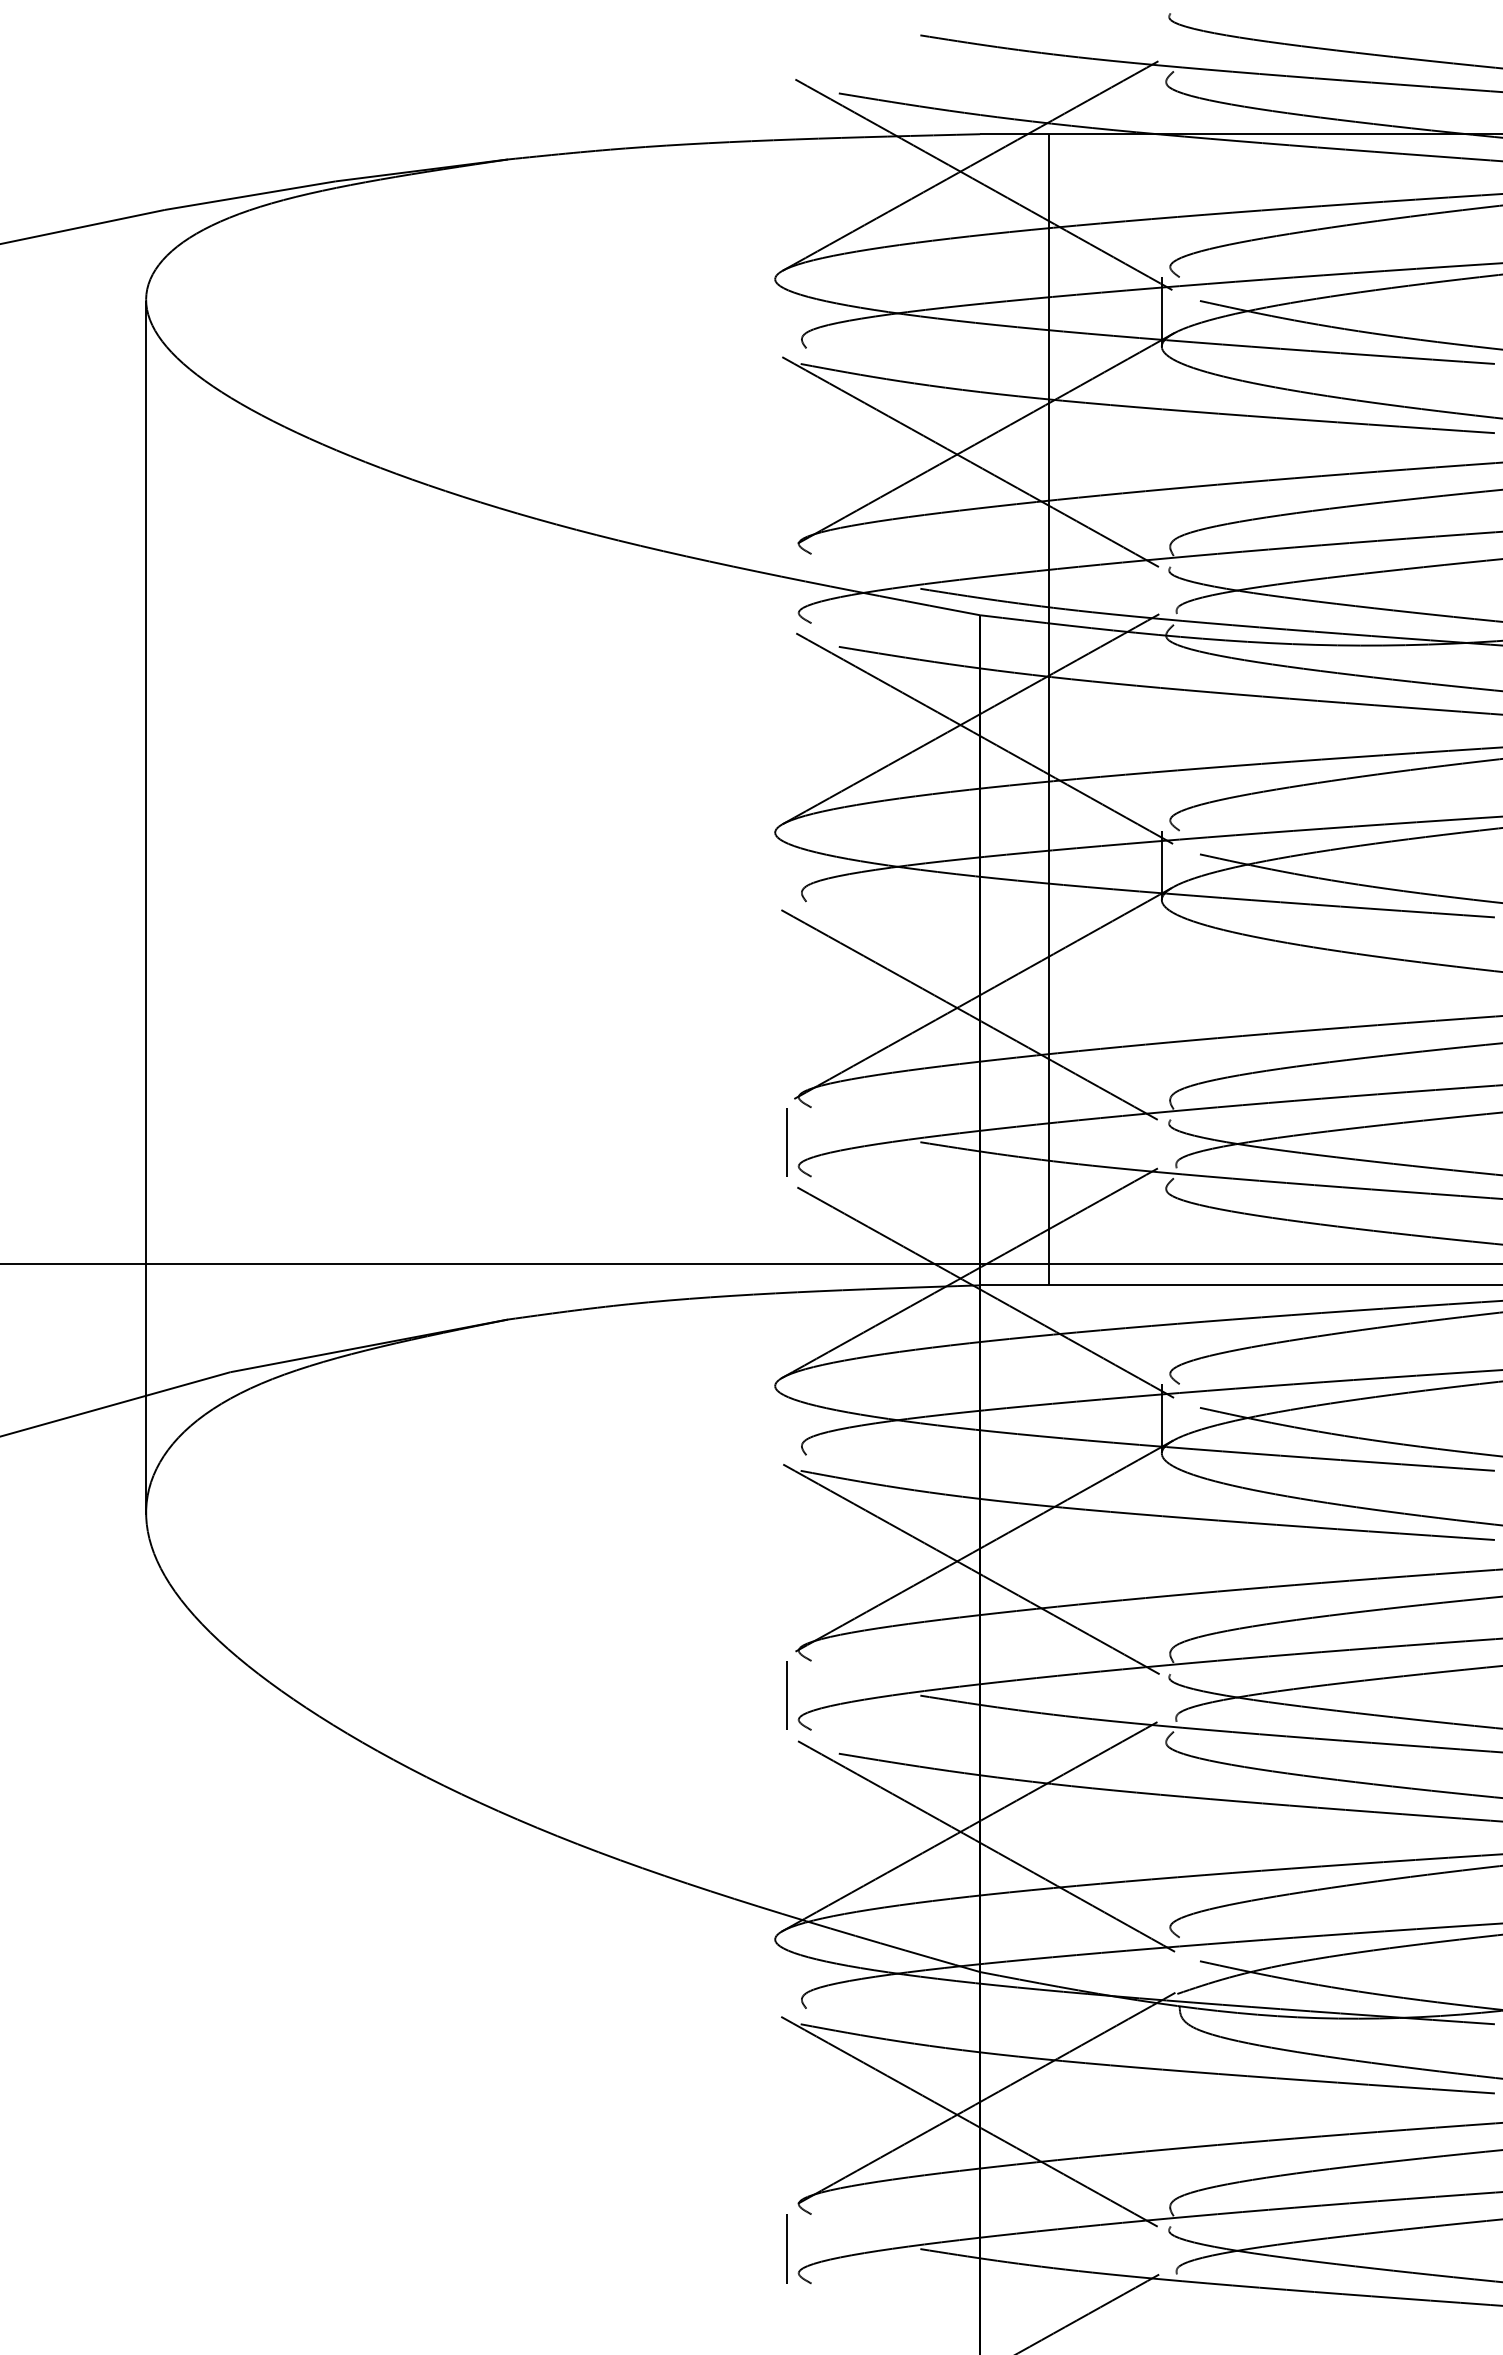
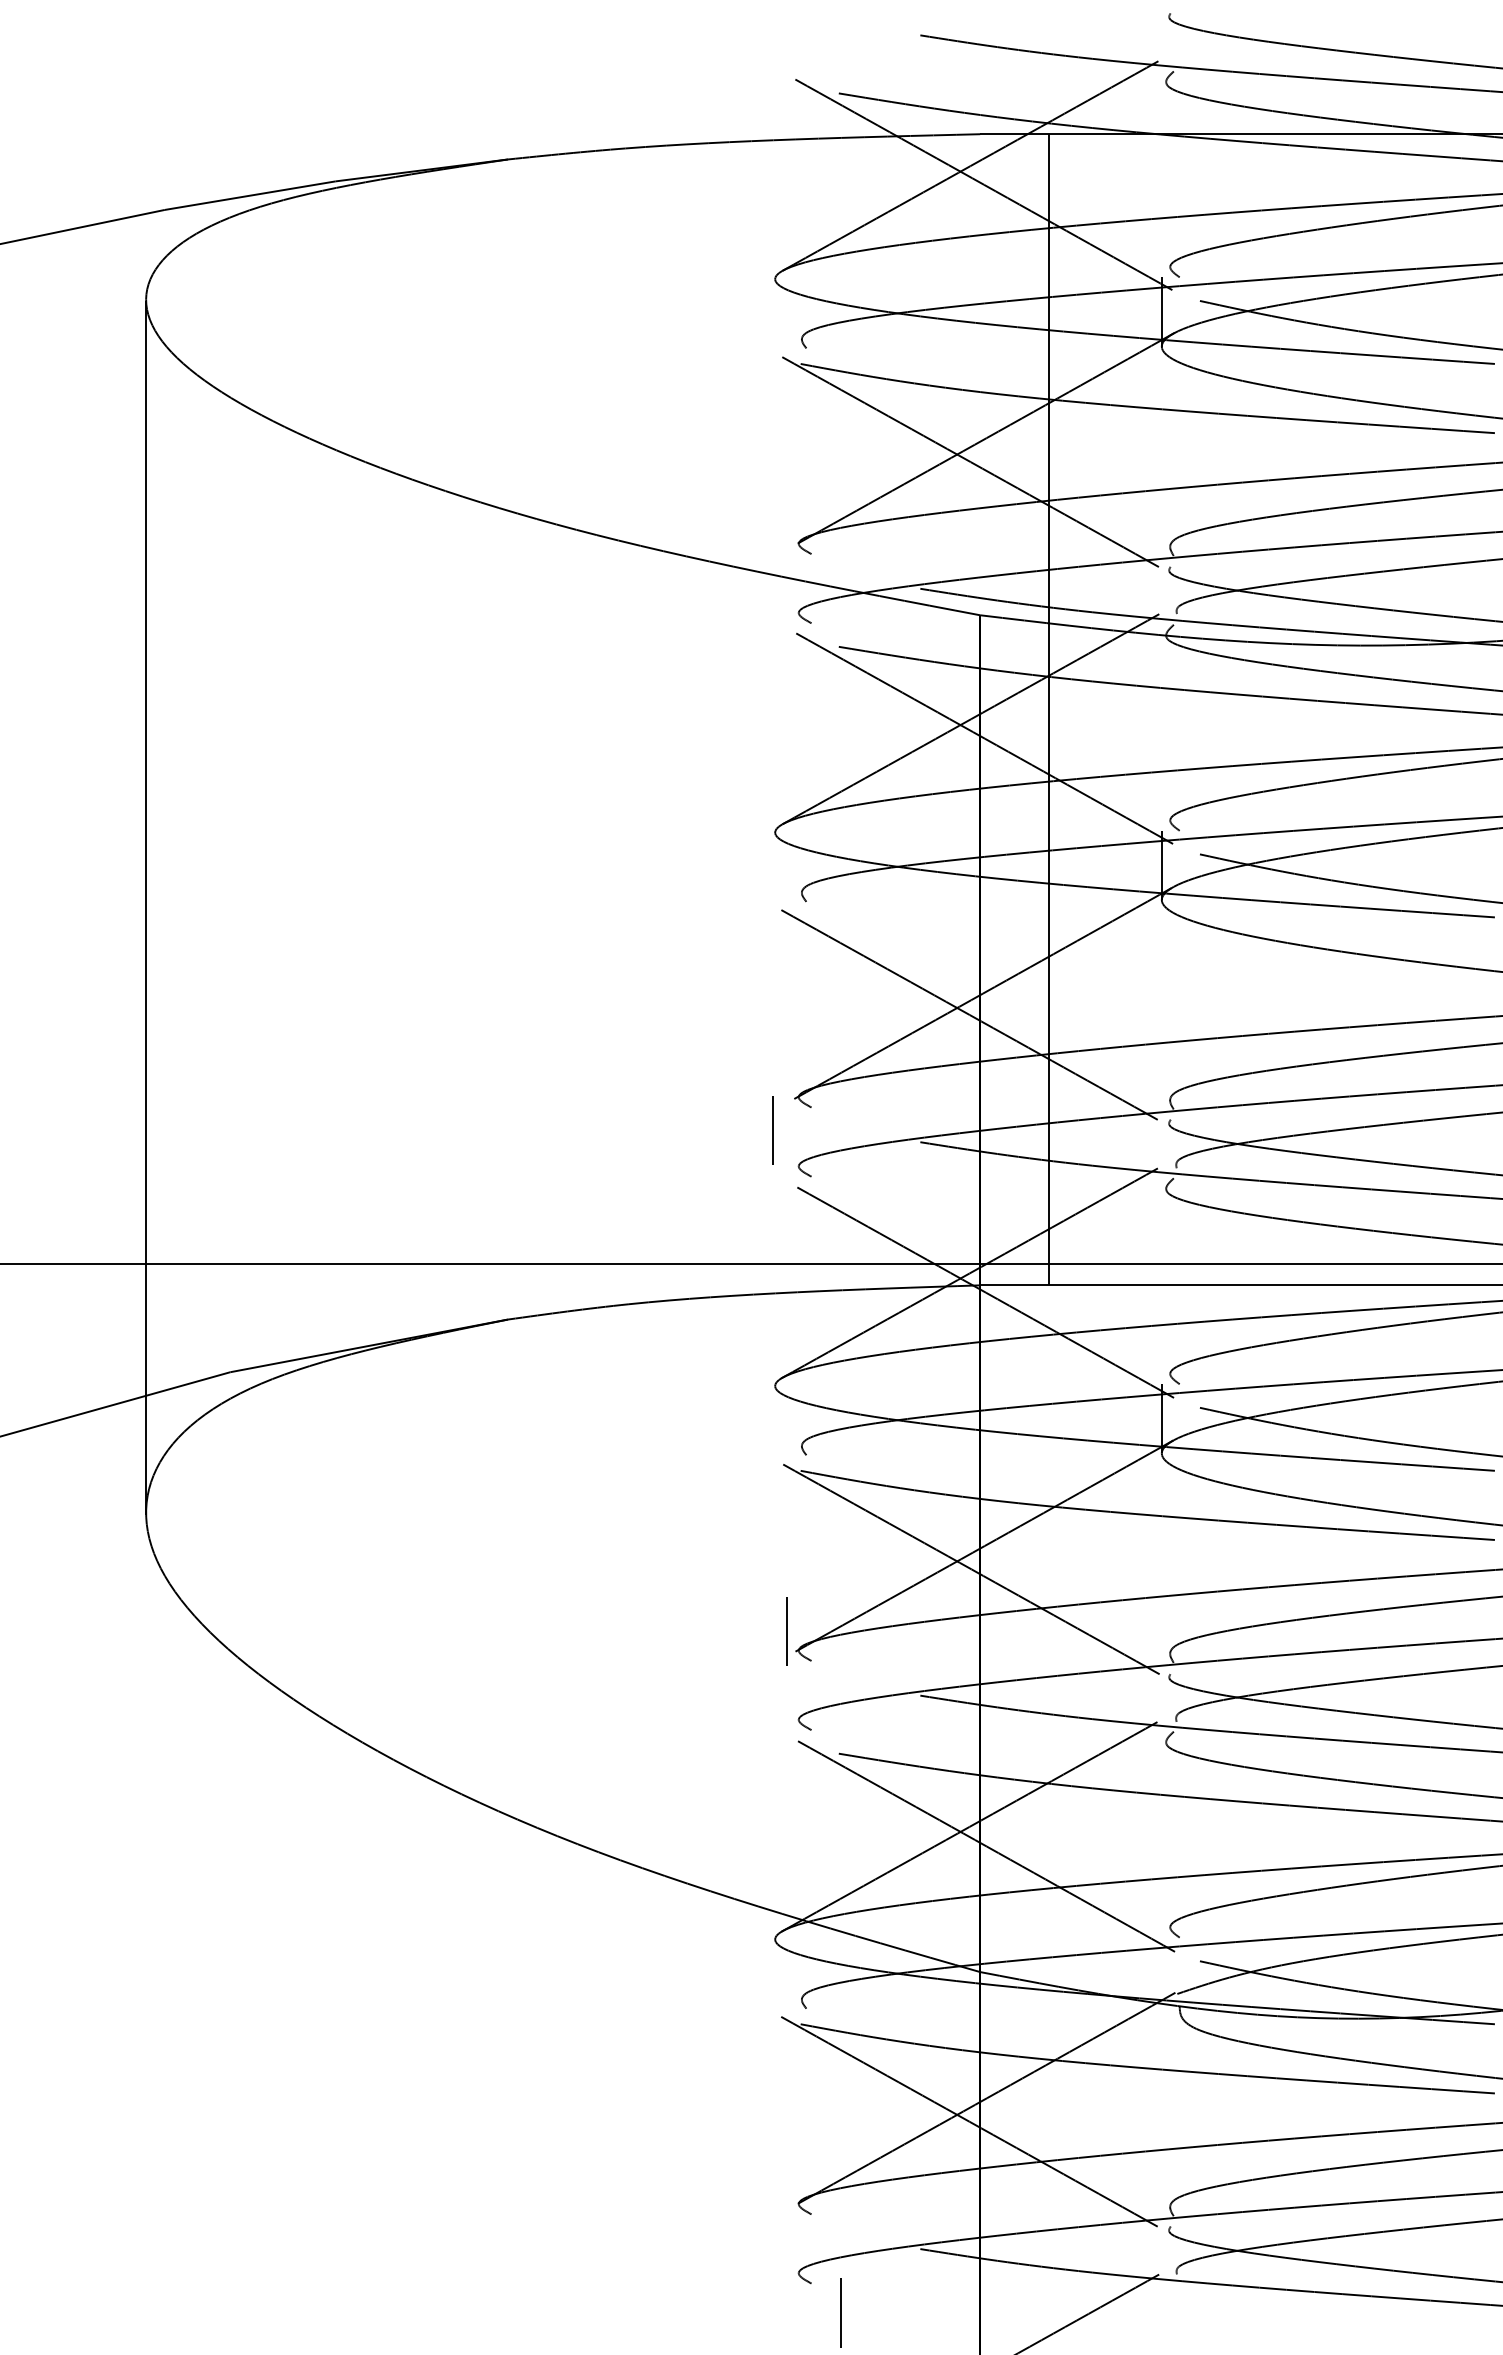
line at (786, 1142) position: (786, 1142) -> (772, 1130)
line at (786, 1695) position: (786, 1695) -> (786, 1631)
line at (786, 2248) position: (786, 2248) -> (840, 2312)
